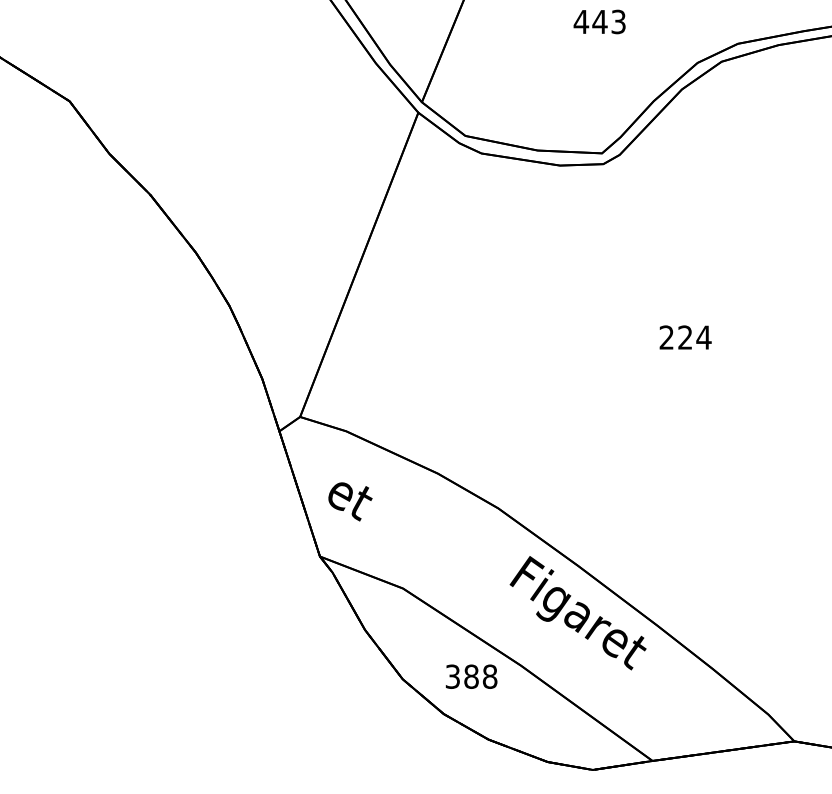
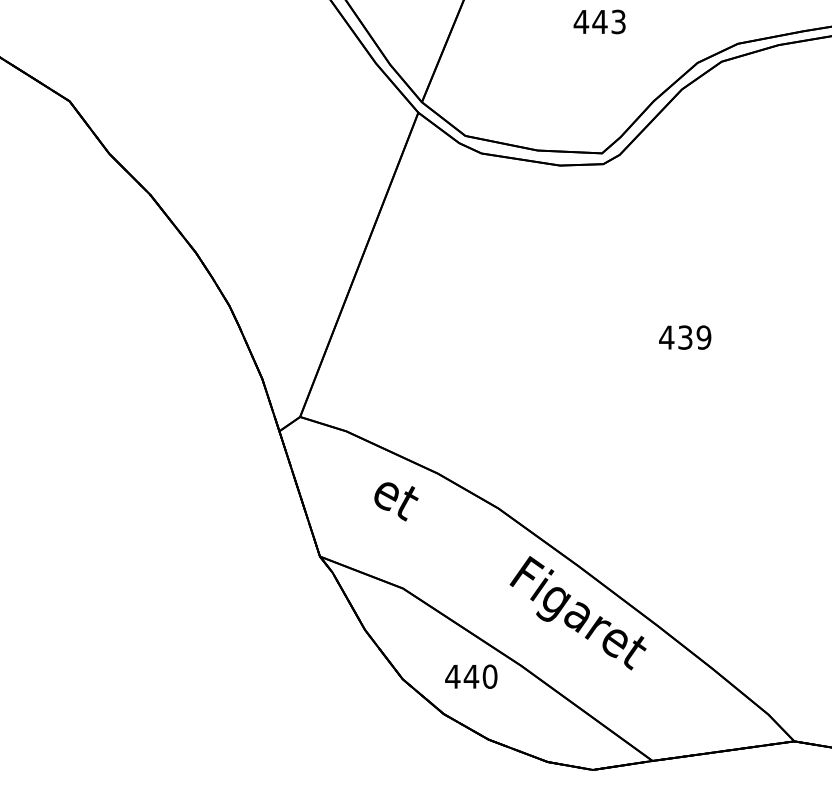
text at (685, 337): 224 -> 439
text at (350, 501) position: (350, 501) -> (396, 501)
text at (471, 676): 388 -> 440
